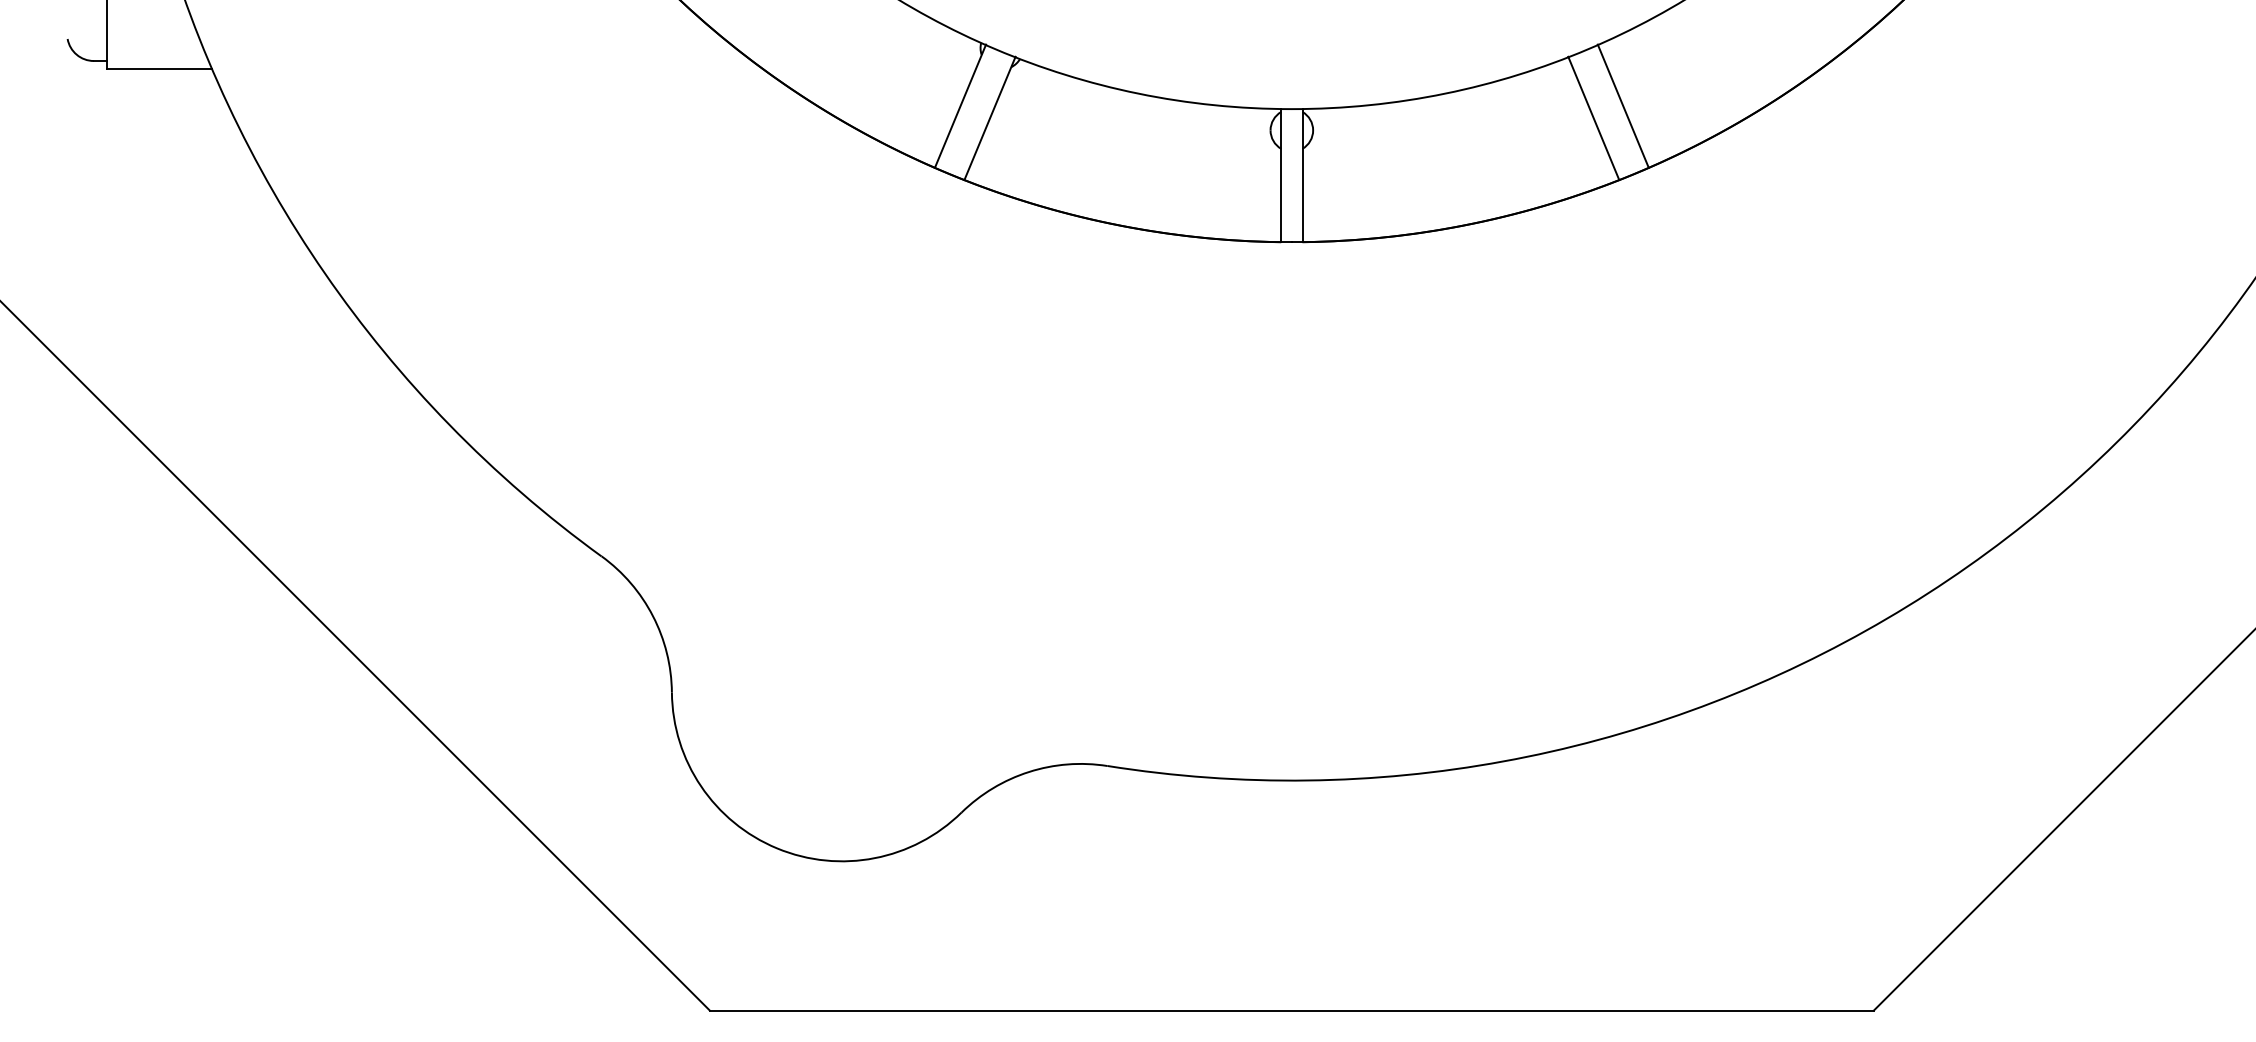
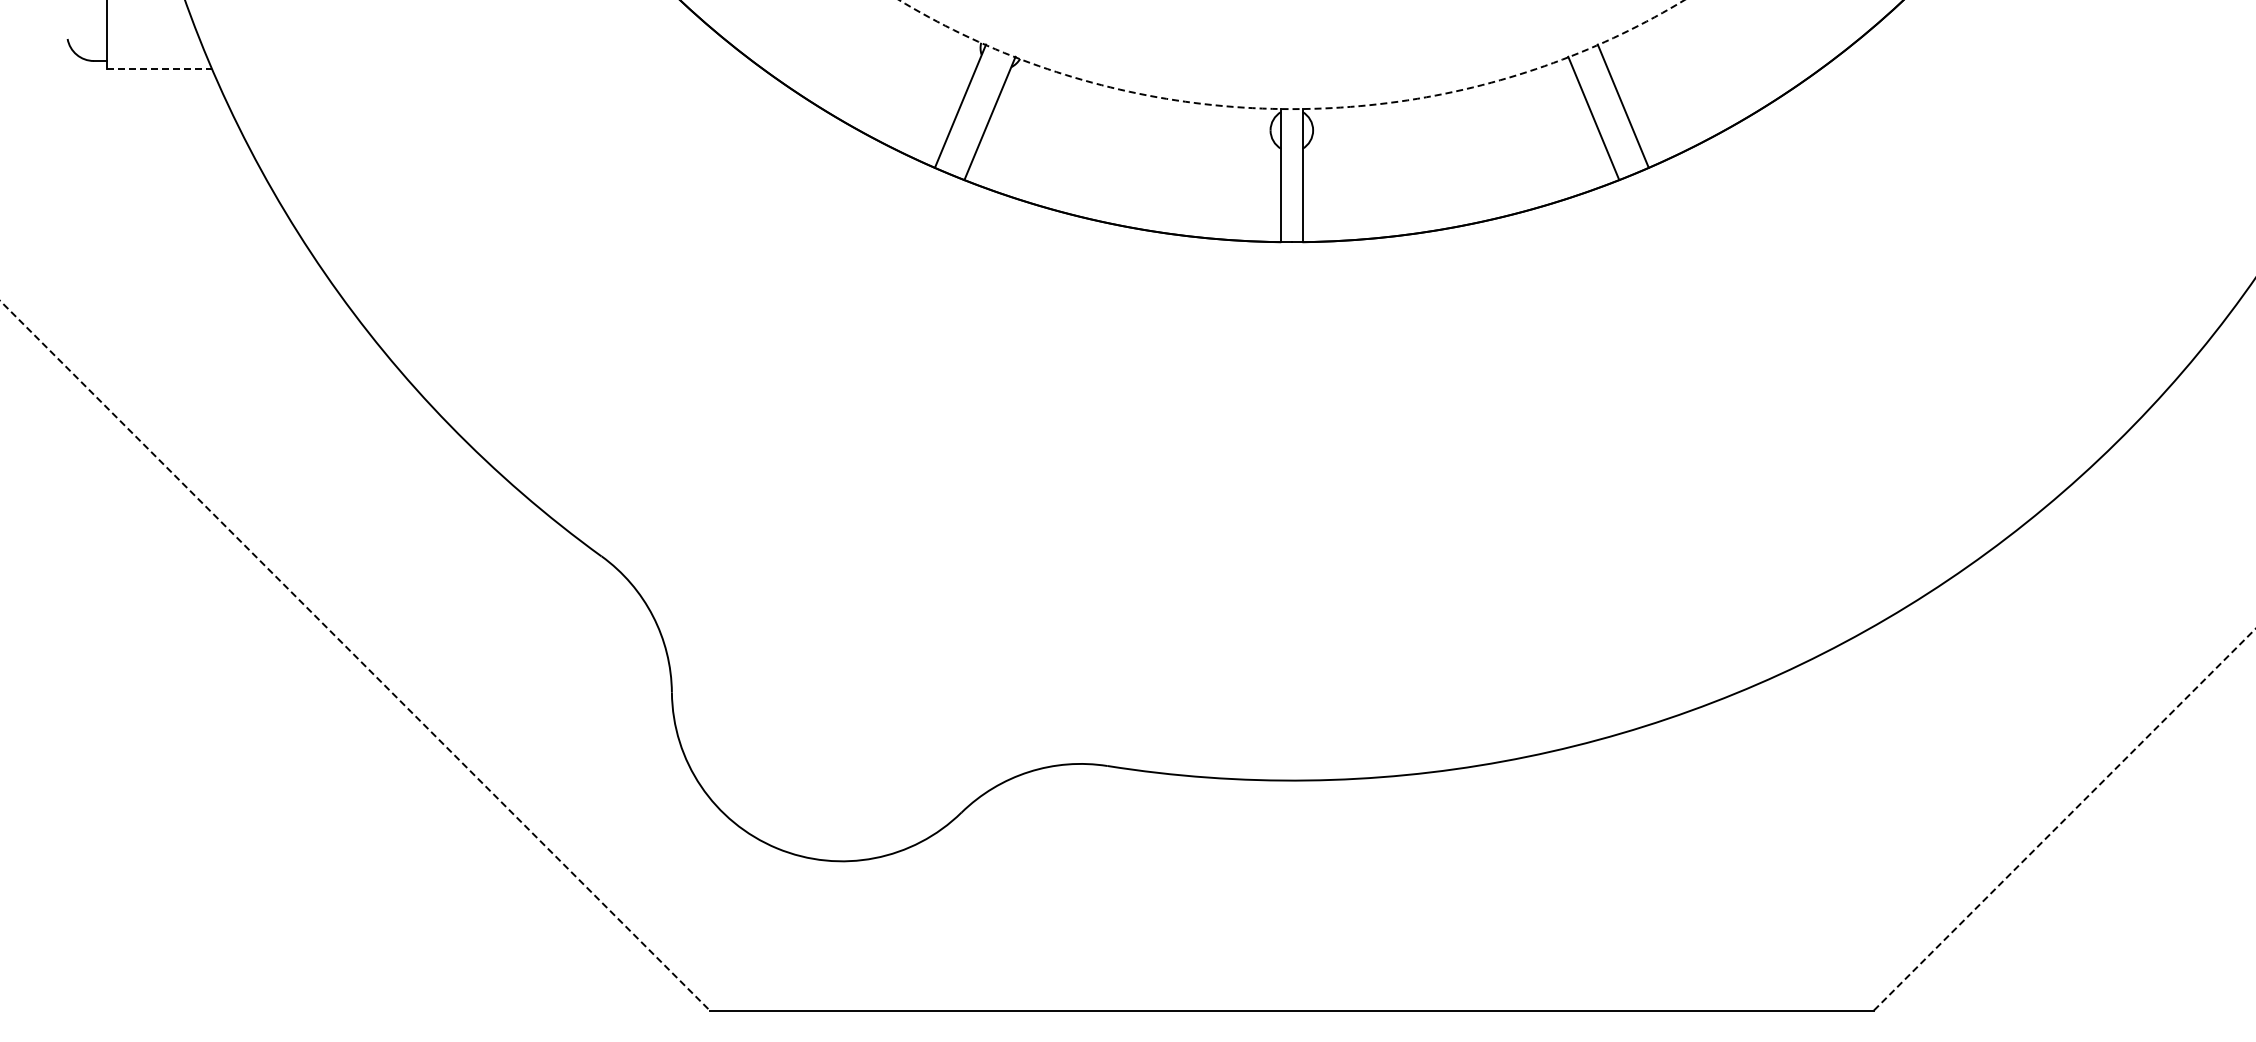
circle at (1291, 54): solid -> dashed
line at (159, 68): solid -> dashed
line at (355, 655): solid -> dashed
line at (2064, 819): solid -> dashed
